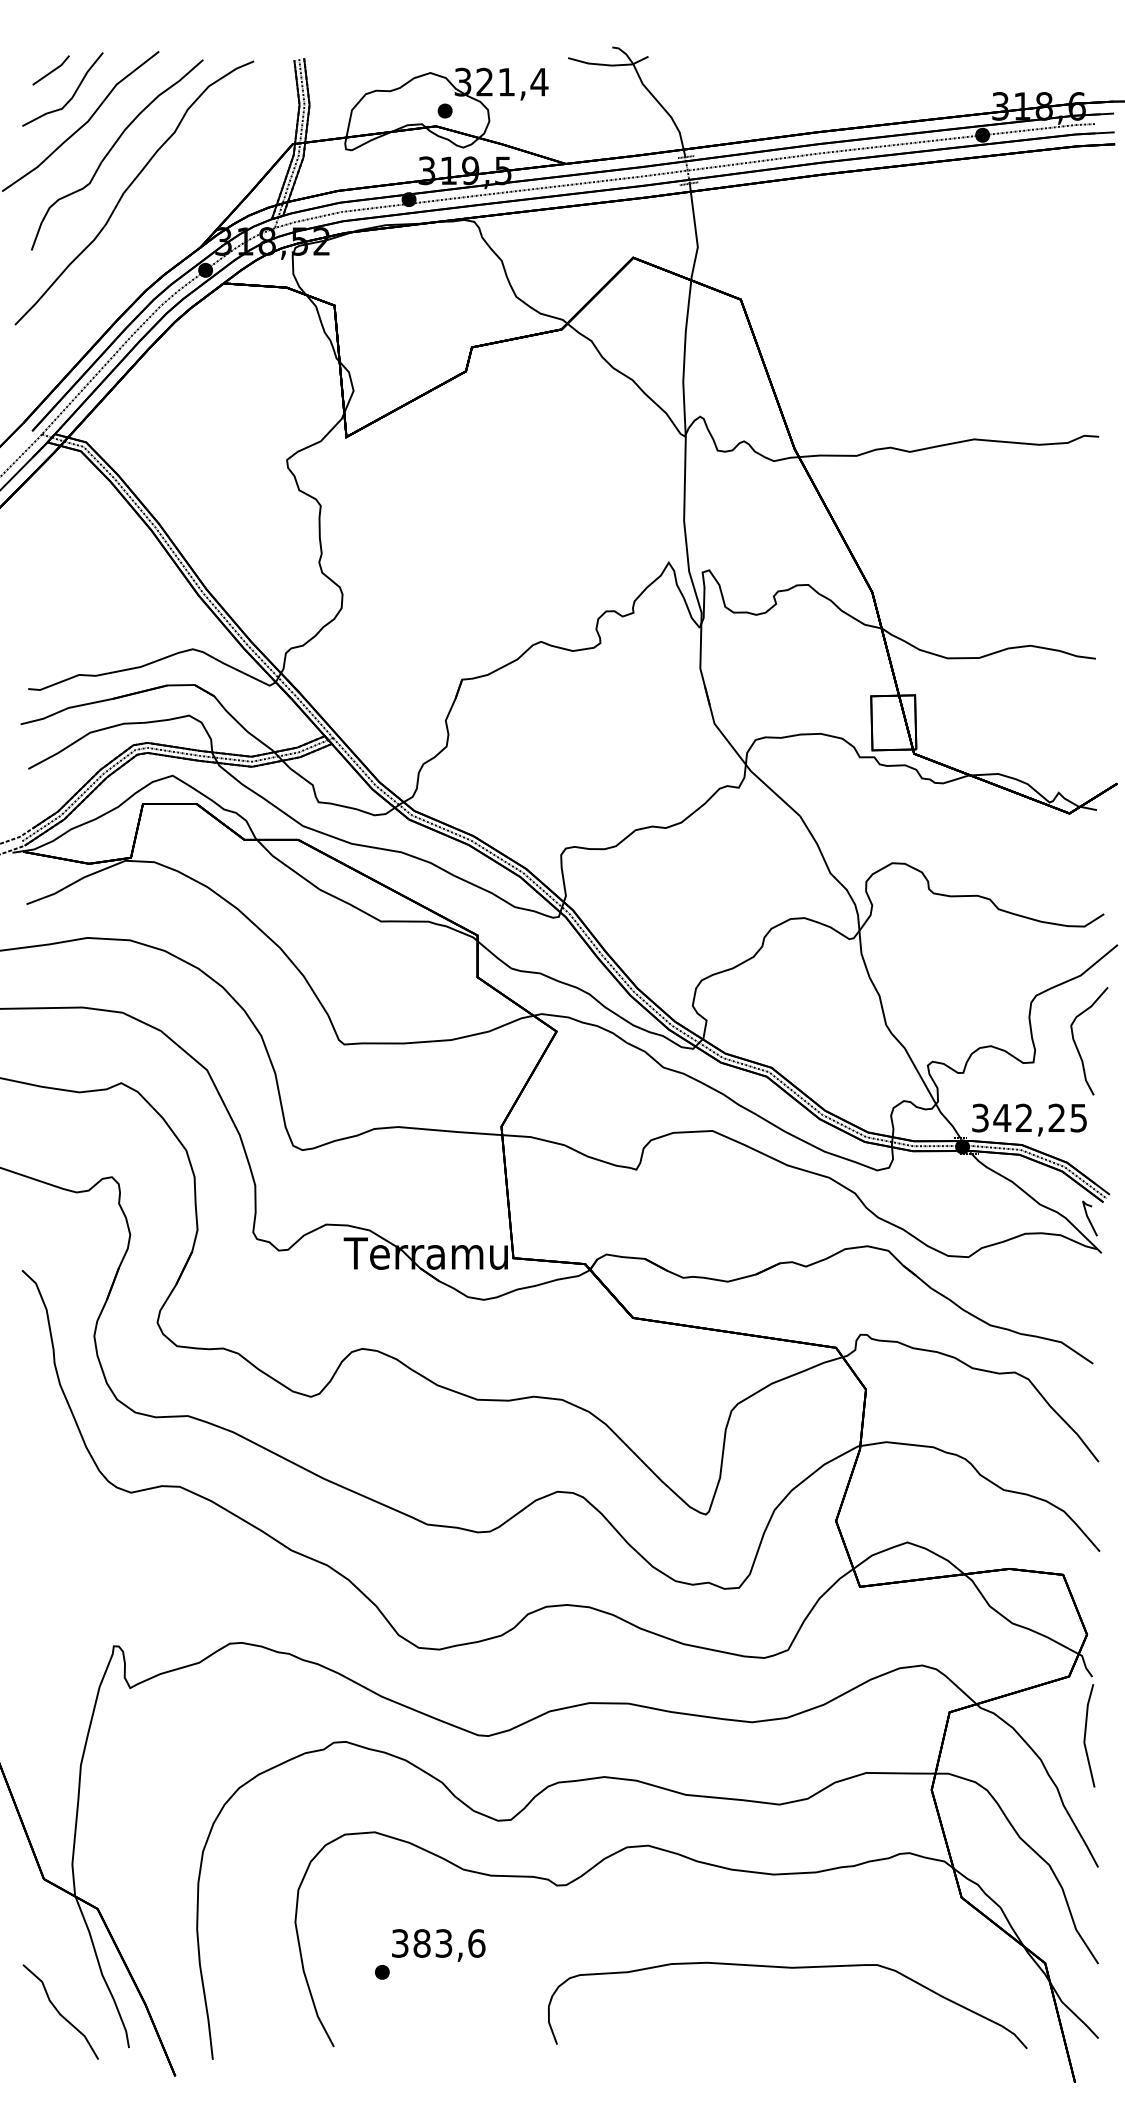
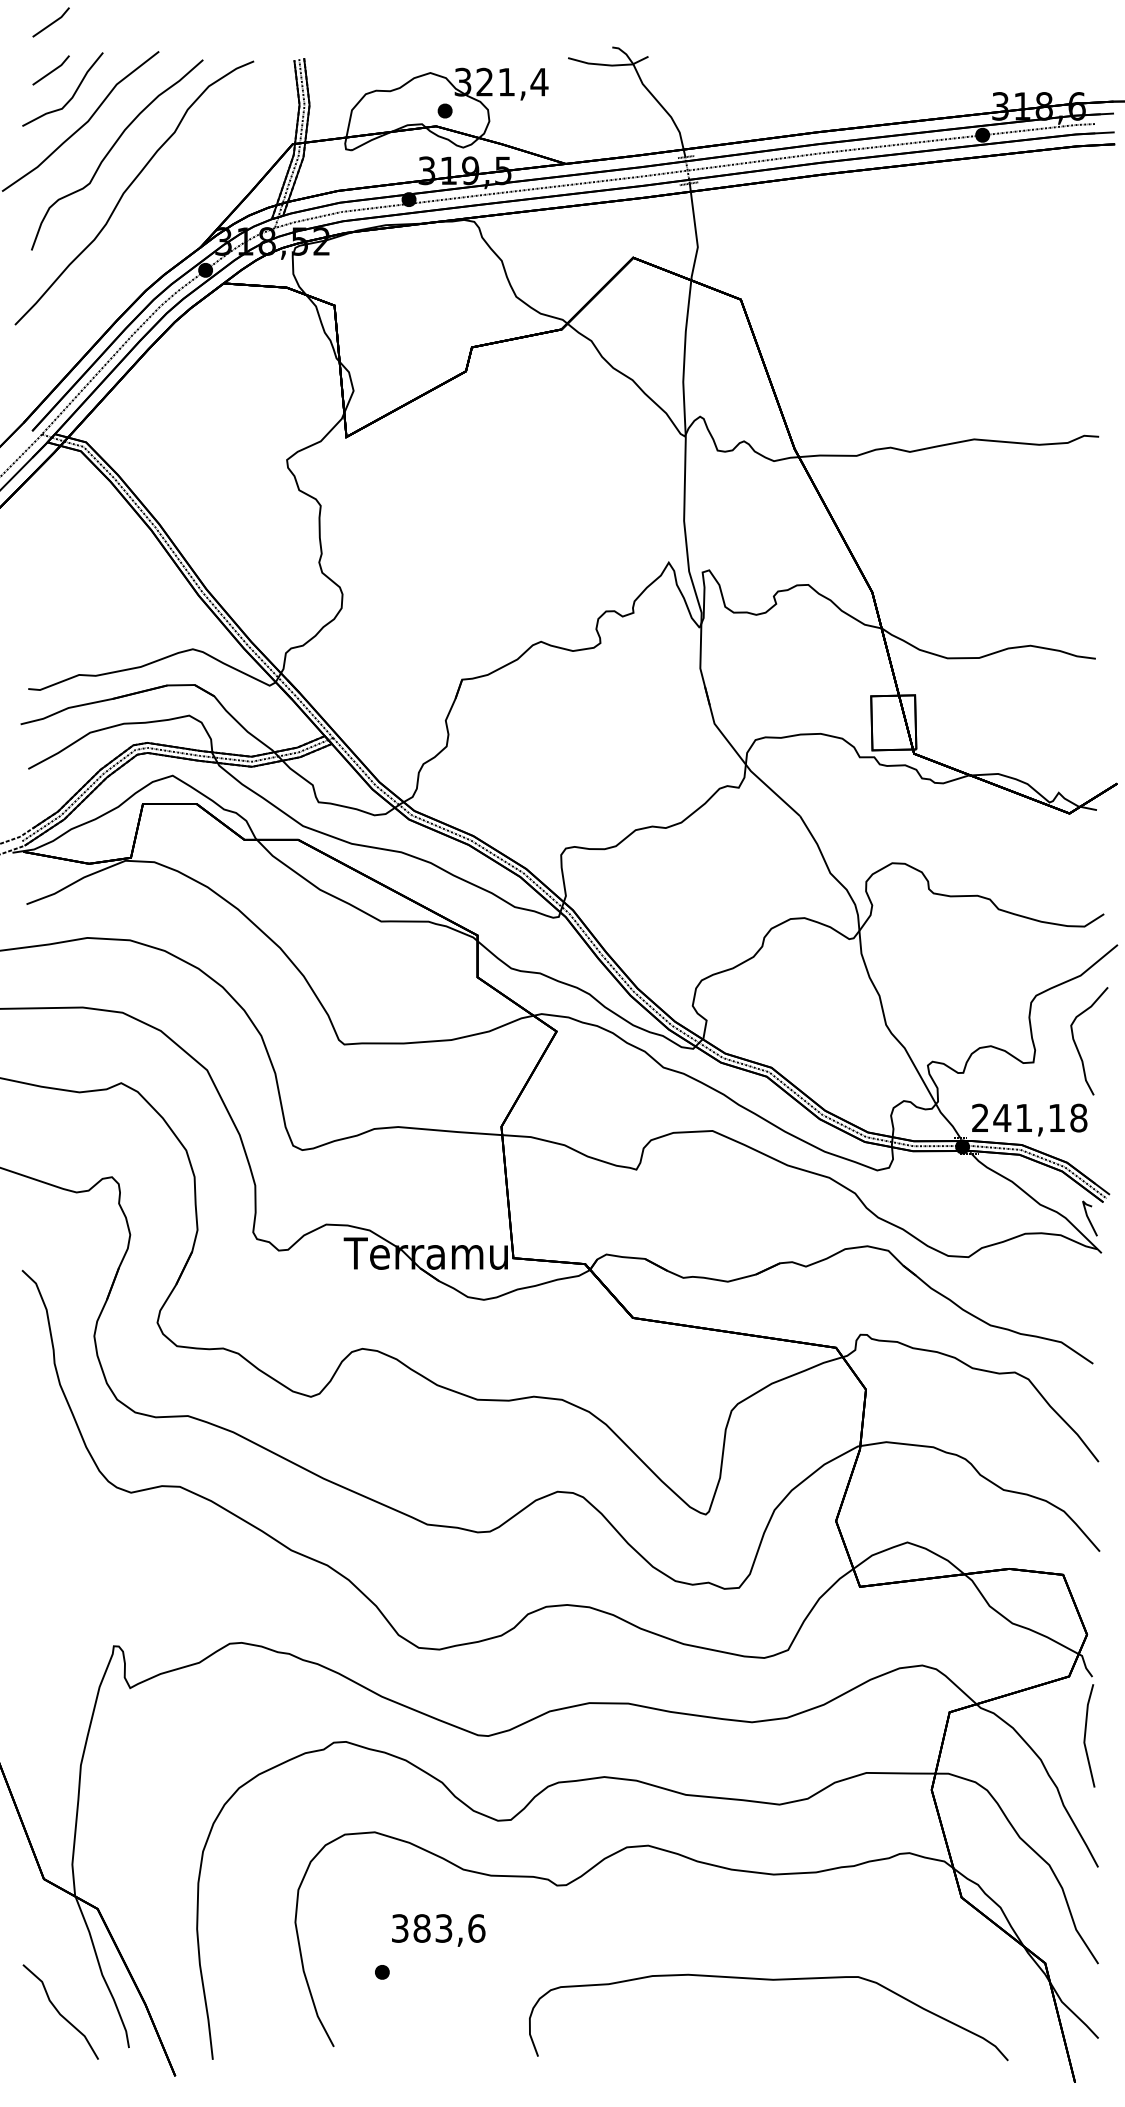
line at (51, 22): none -> present
text at (1029, 1117): 342,25 -> 241,18
text at (438, 1945) position: (438, 1945) -> (438, 1930)
part at (787, 1968) position: (787, 1968) -> (768, 1980)
